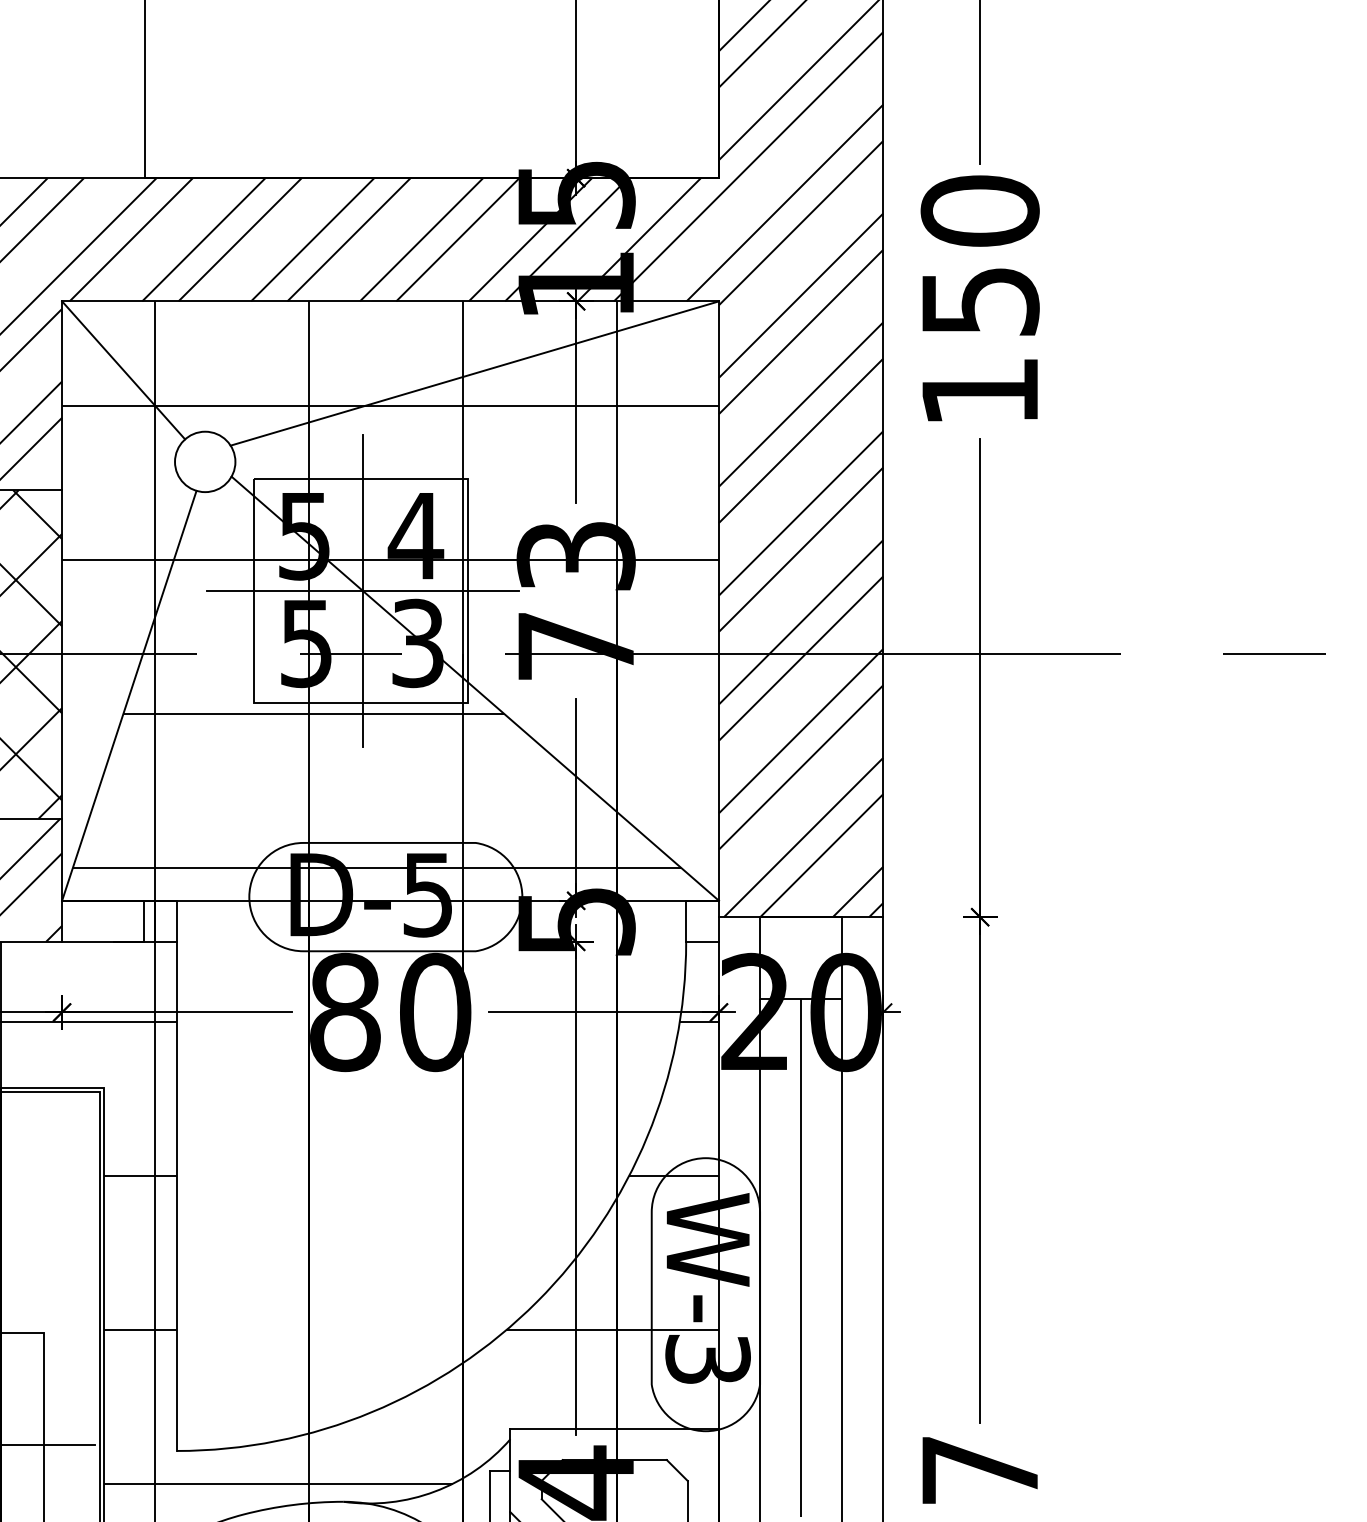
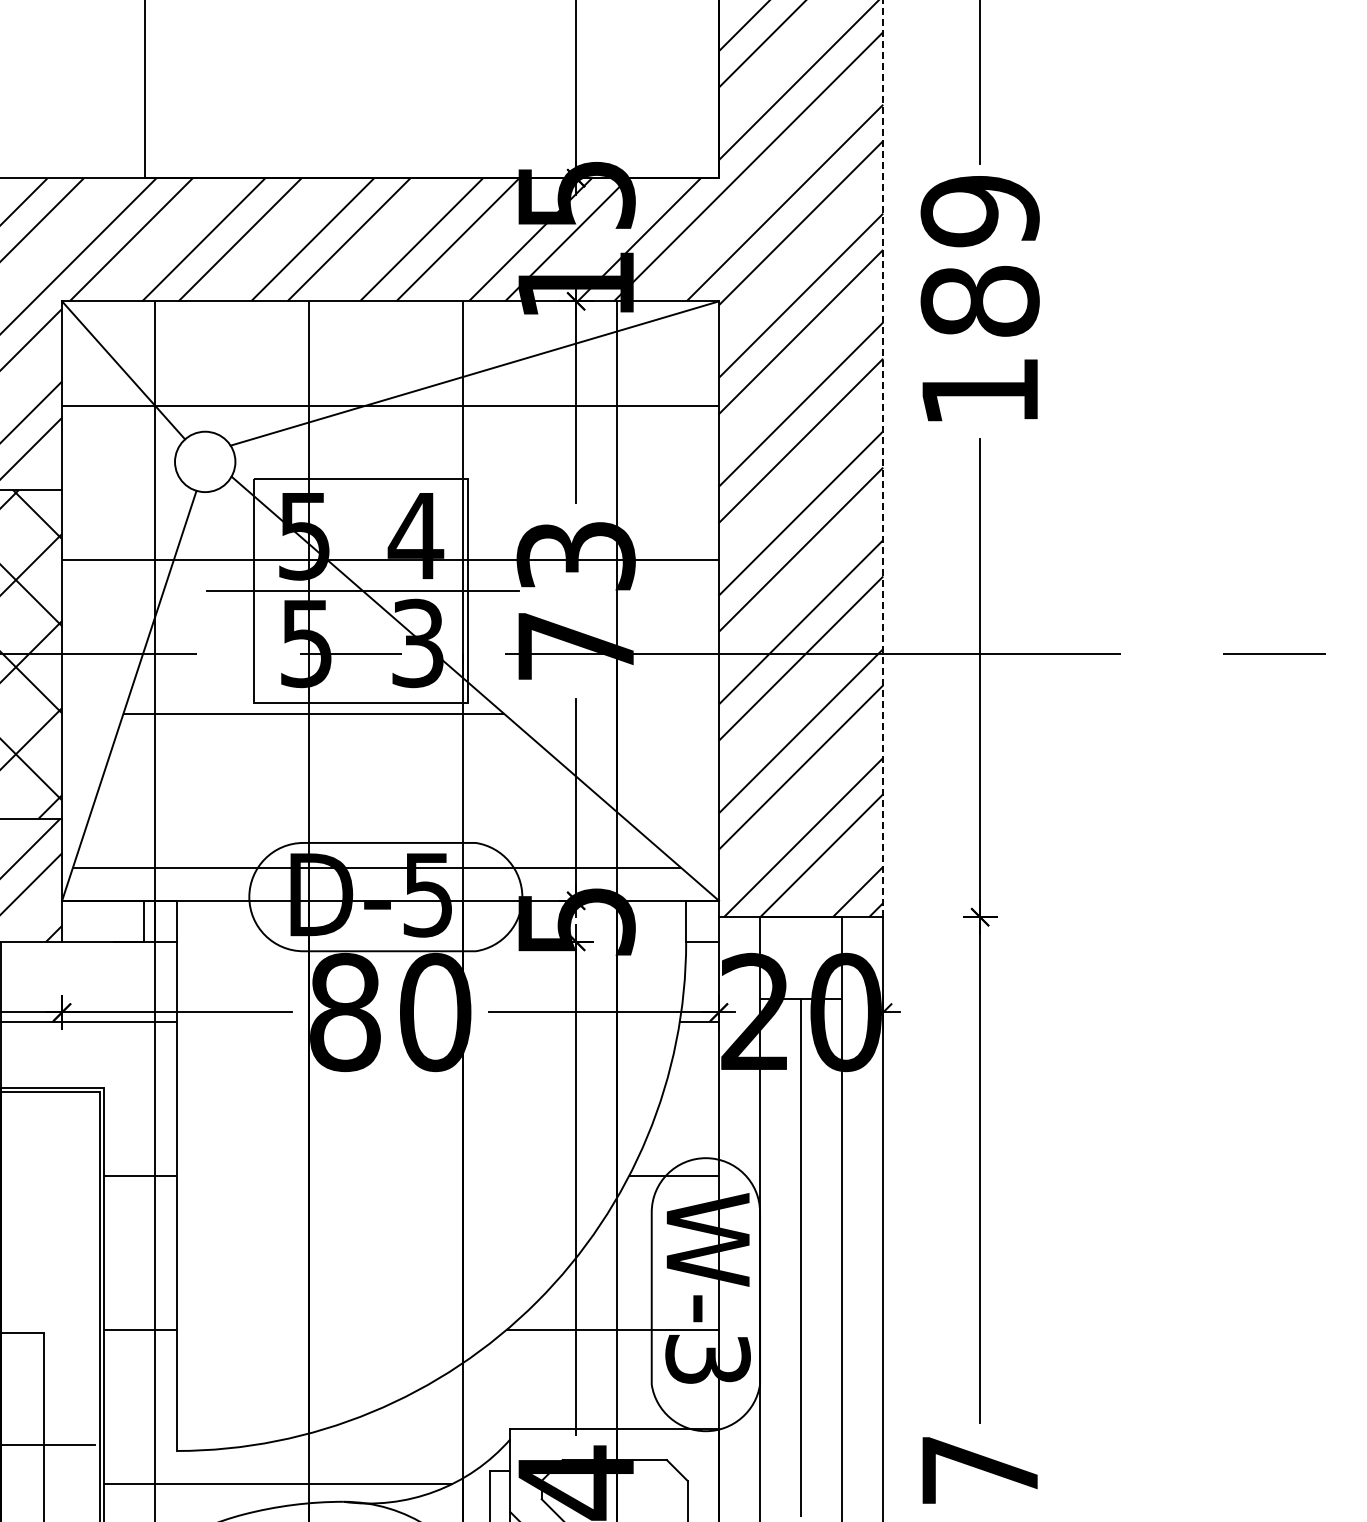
text at (979, 255): 150 -> 189
line at (883, 458): solid -> dashed
line at (362, 590): present -> none
